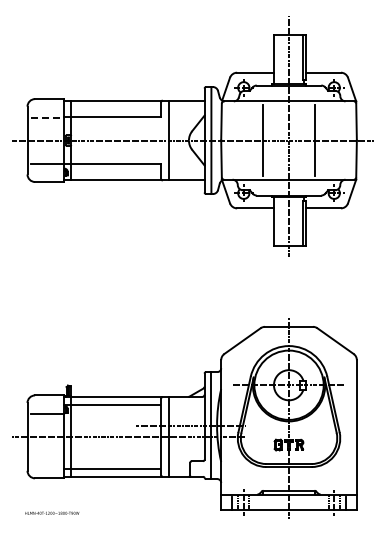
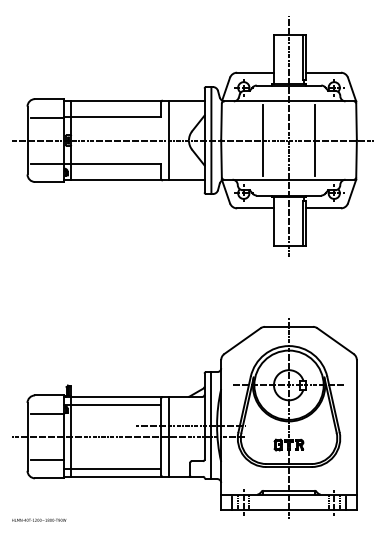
line at (47, 117): dashed -> solid
line at (47, 459): none -> present
text at (52, 512) position: (52, 512) -> (39, 519)
